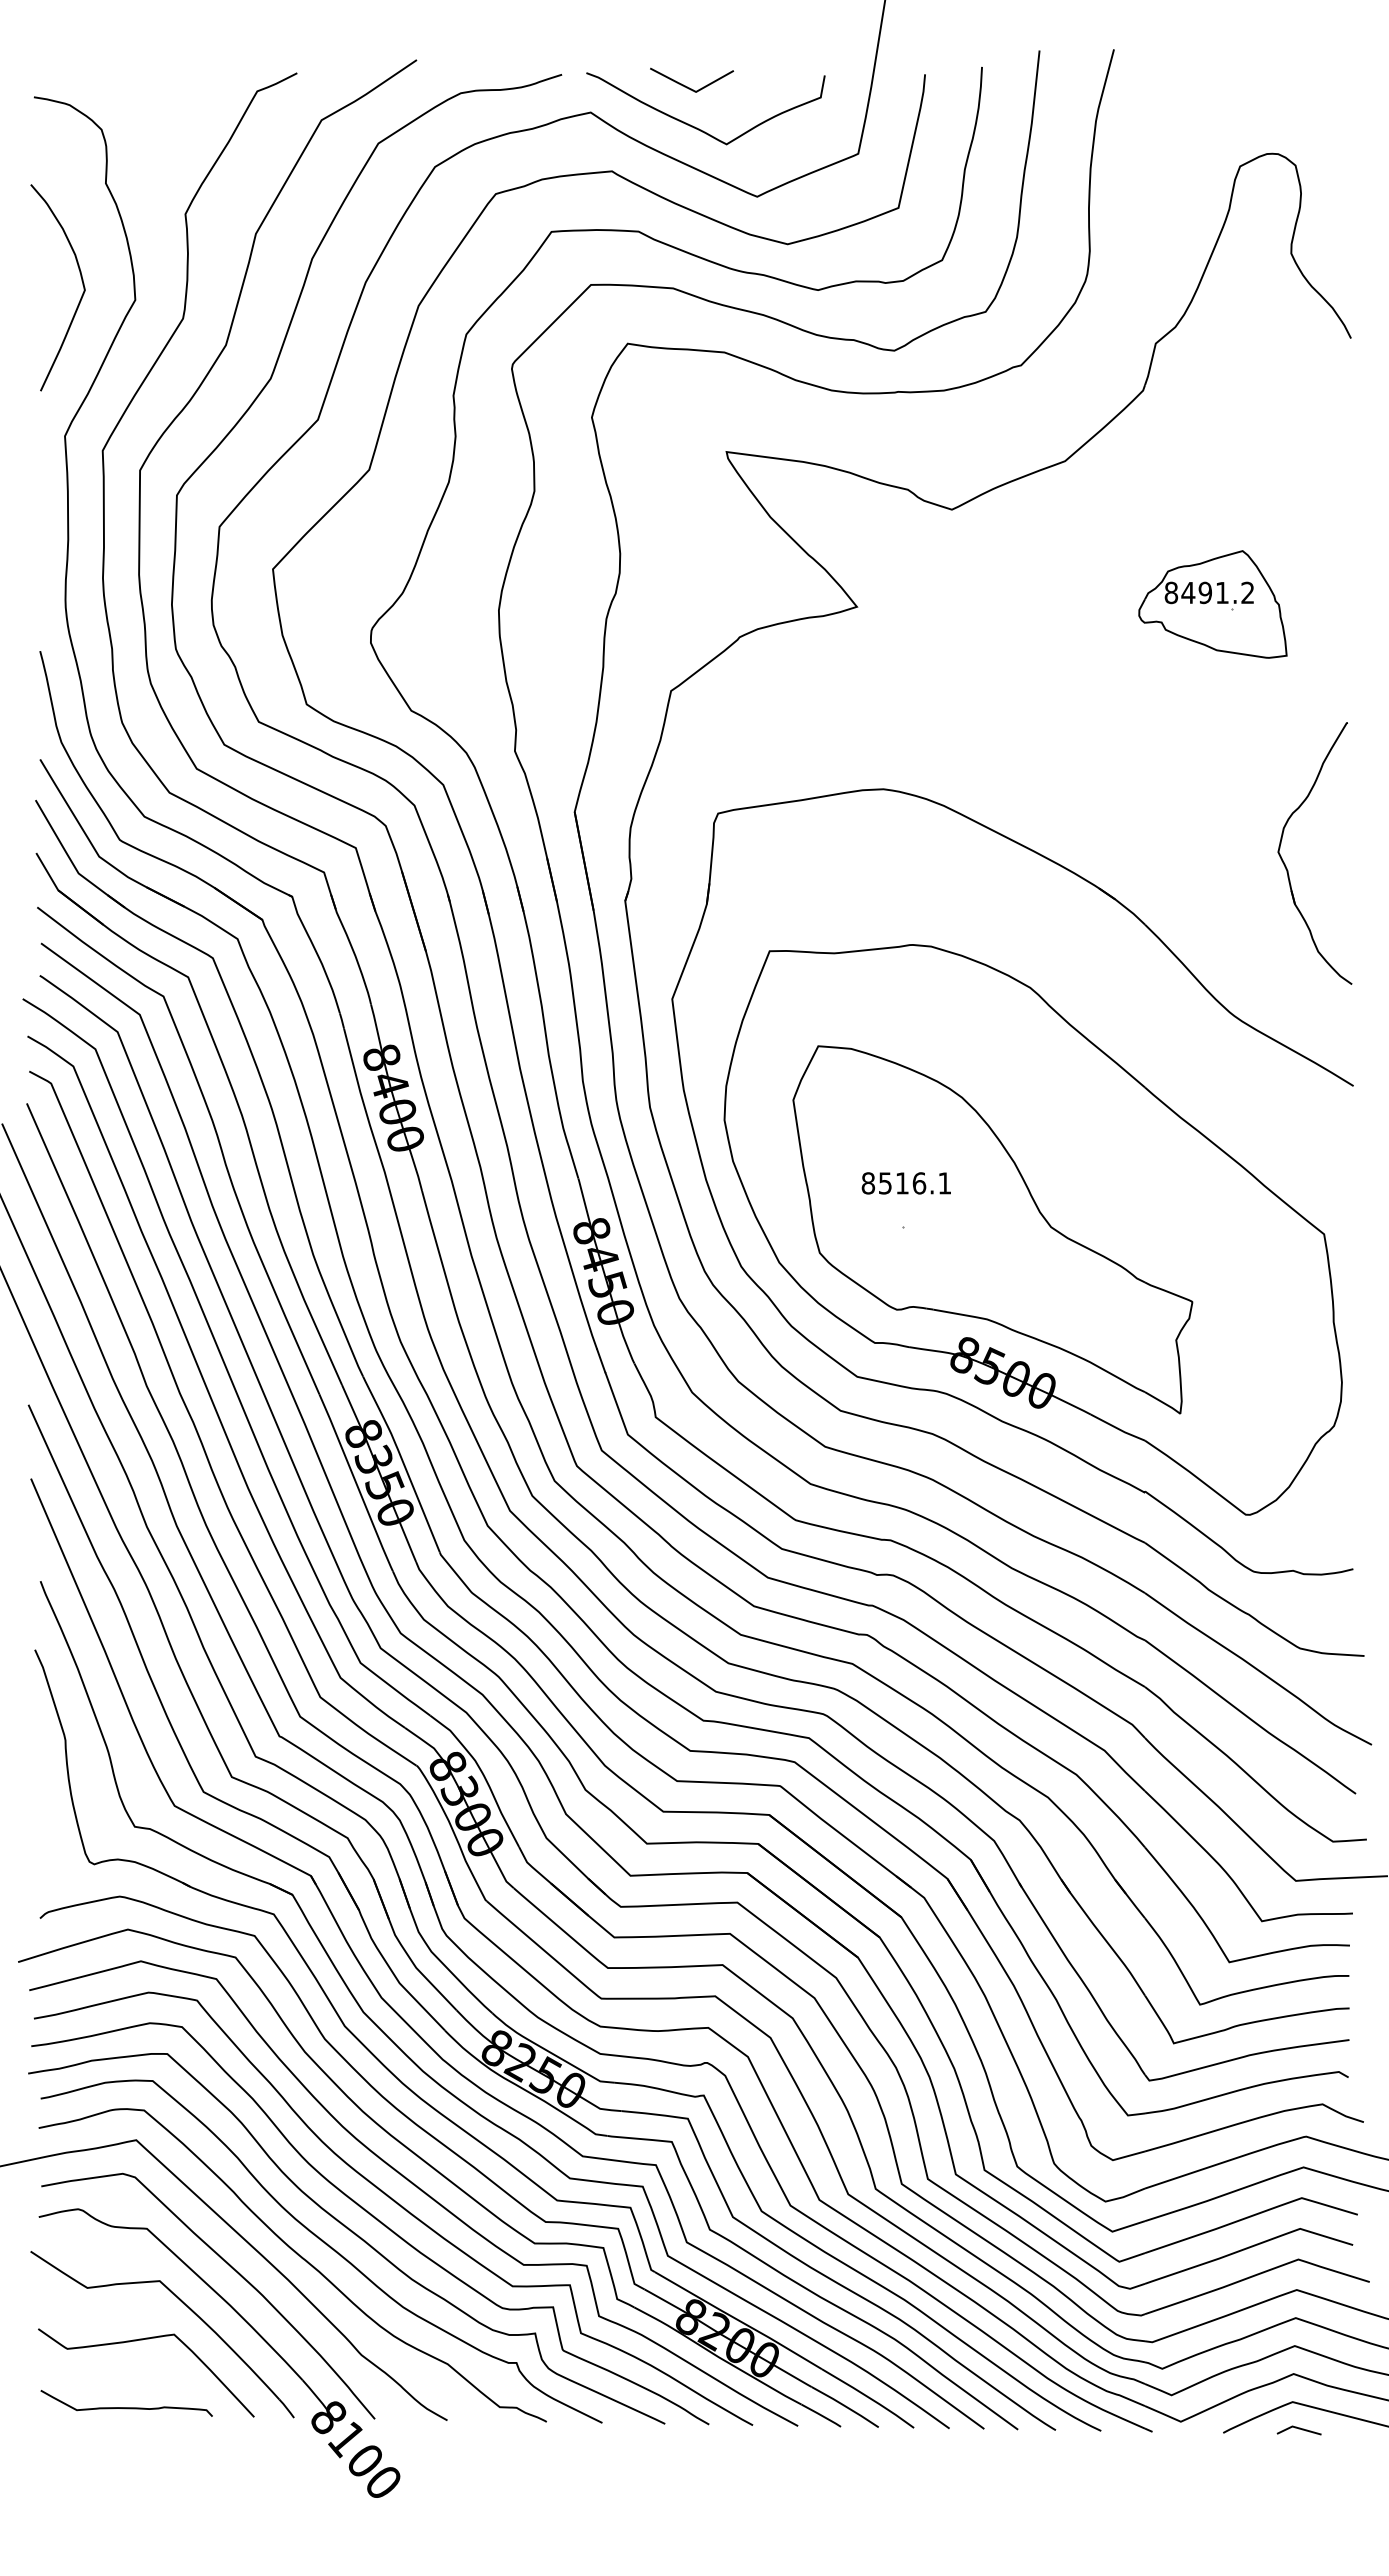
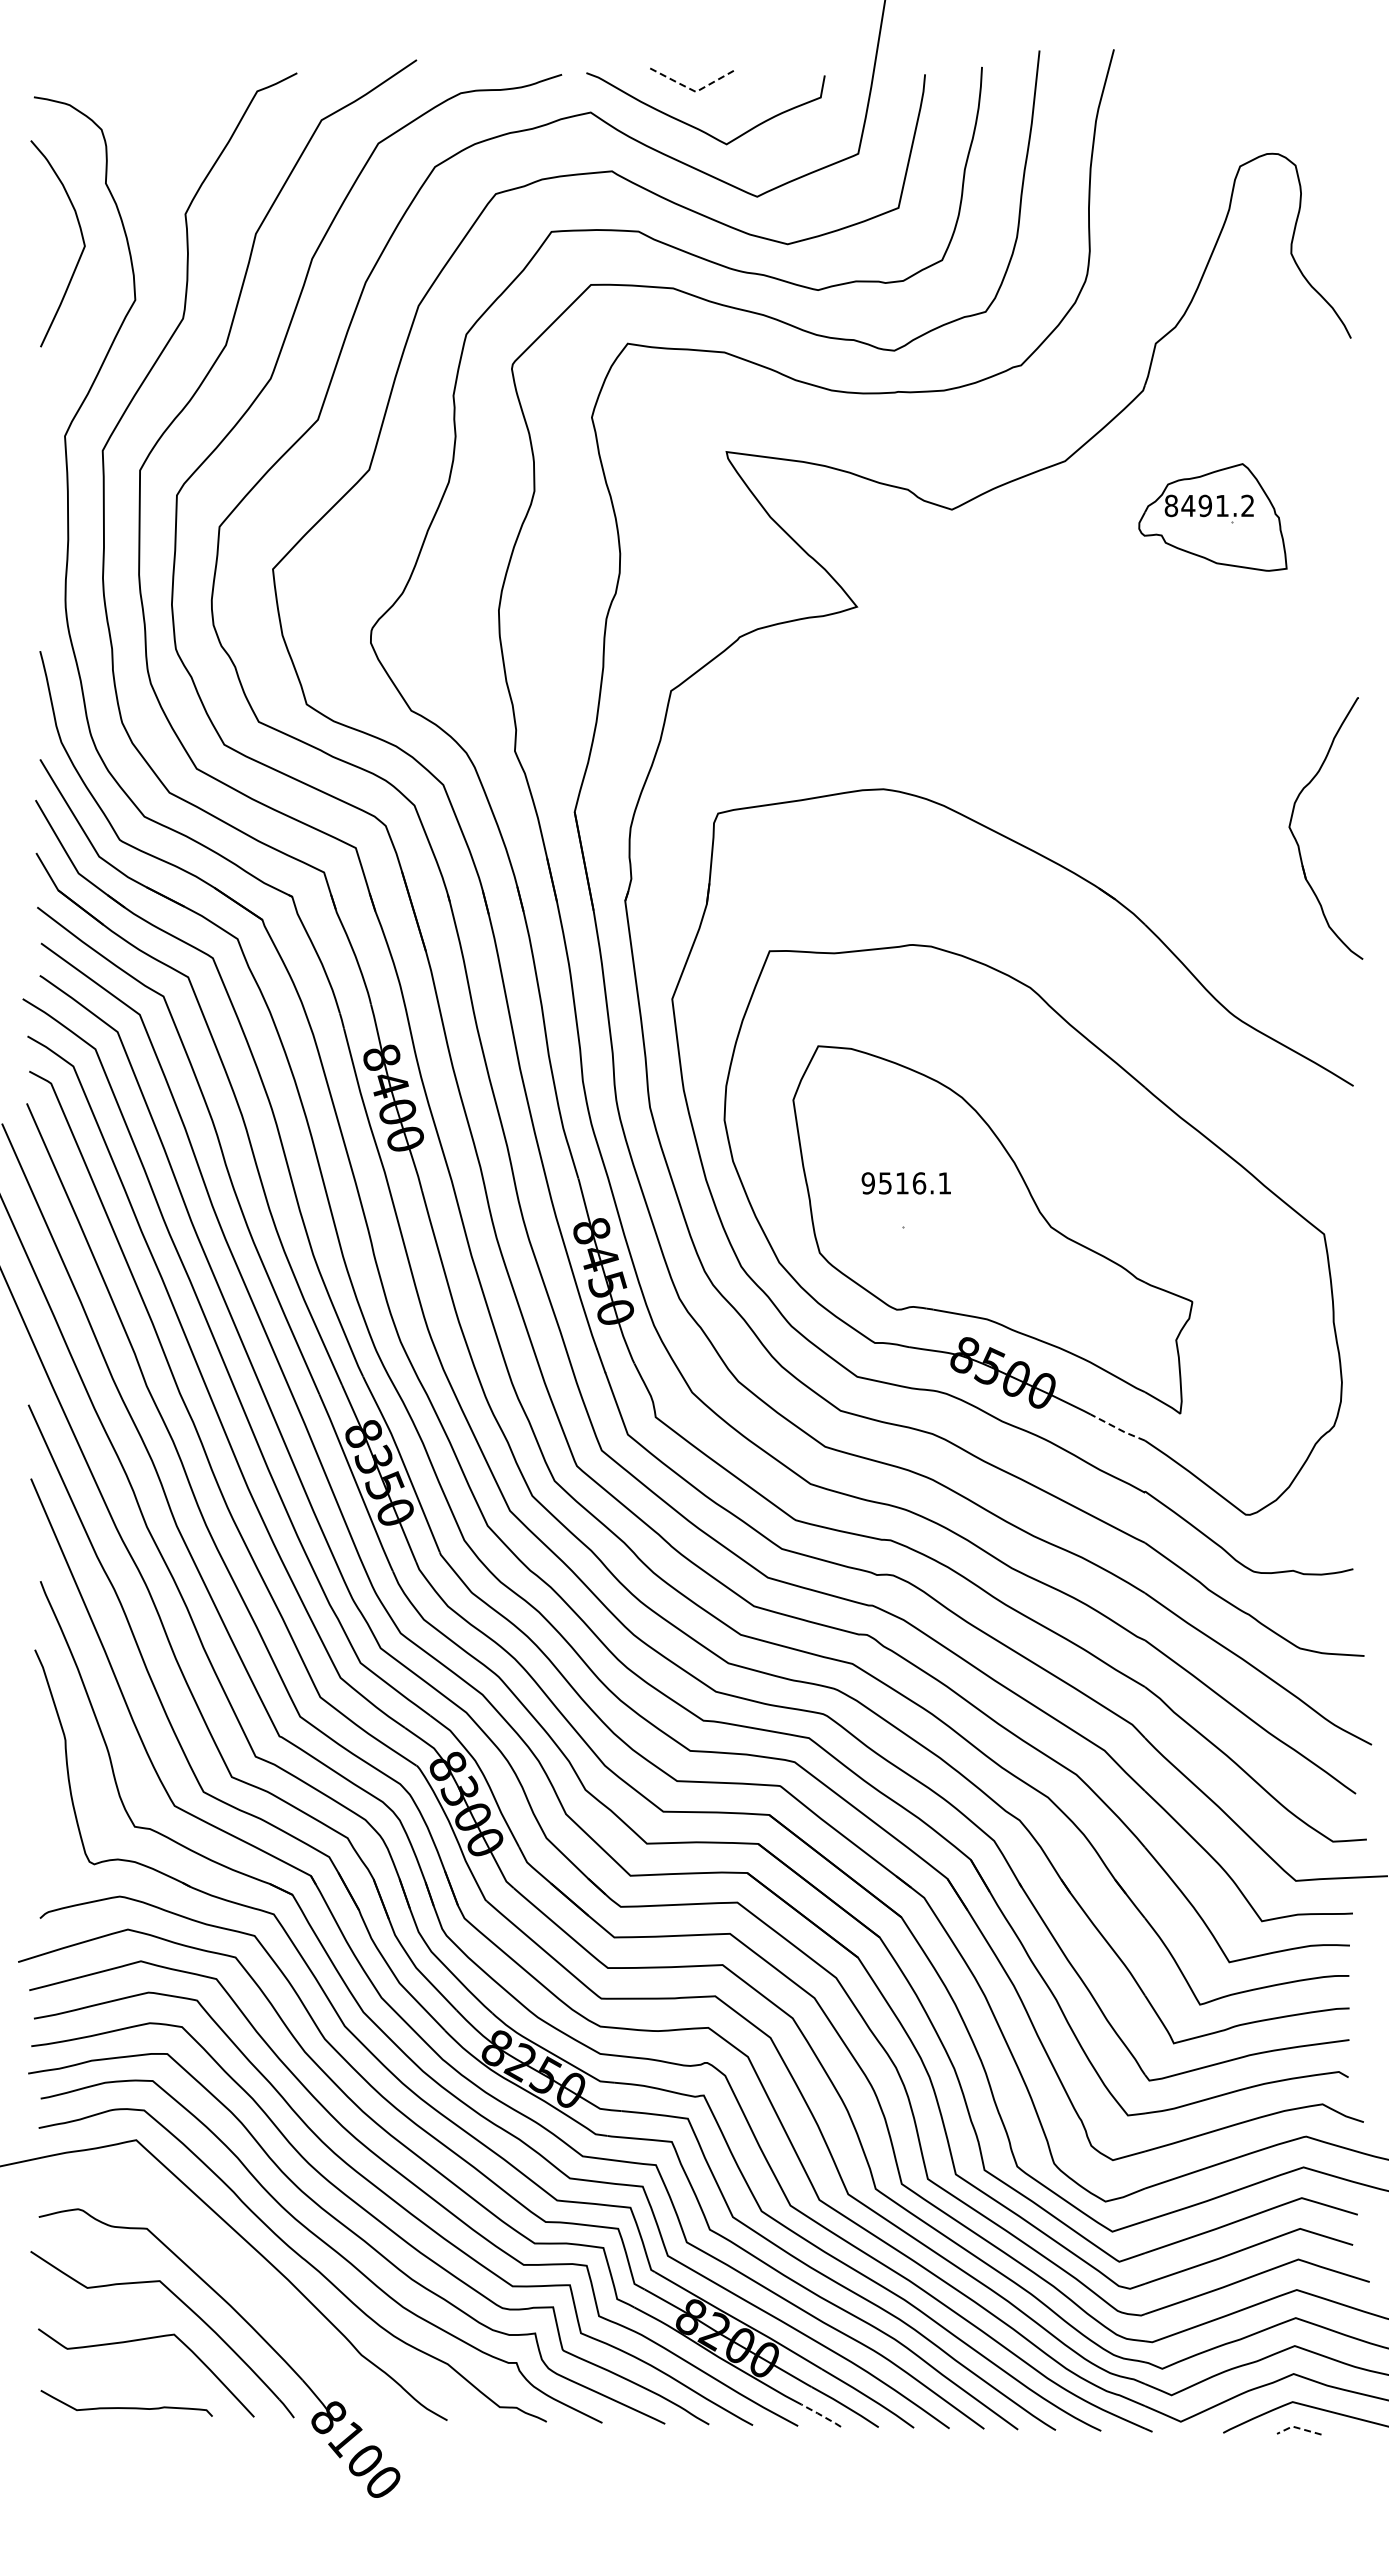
line at (692, 90): solid -> dashed
curve at (81, 281) position: (81, 281) -> (81, 237)
part at (1212, 604) position: (1212, 604) -> (1212, 517)
part at (1286, 866) position: (1286, 866) -> (1297, 841)
text at (868, 1183): 8516.1 -> 9516.1
line at (1117, 1428): solid -> dashed
curve at (232, 2269): present -> none
line at (821, 2415): solid -> dashed
line at (1298, 2428): solid -> dashed
